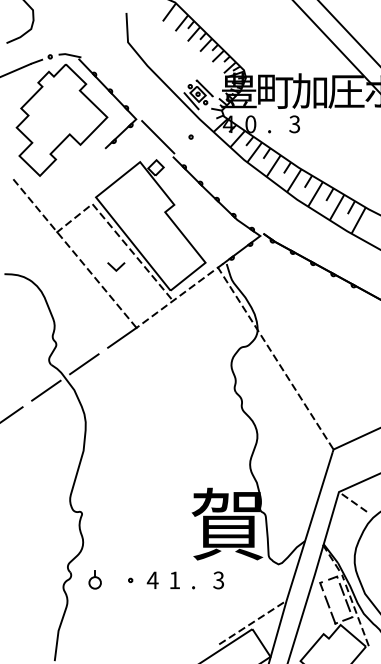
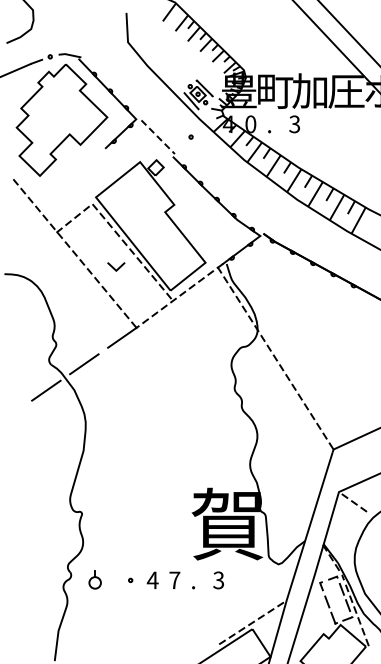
line at (158, 137): solid -> dashed
line at (12, 414): present -> none
text at (174, 580): 1 -> 7
